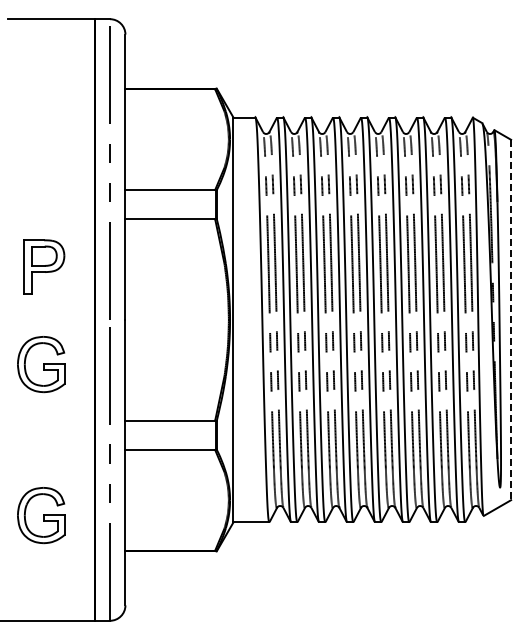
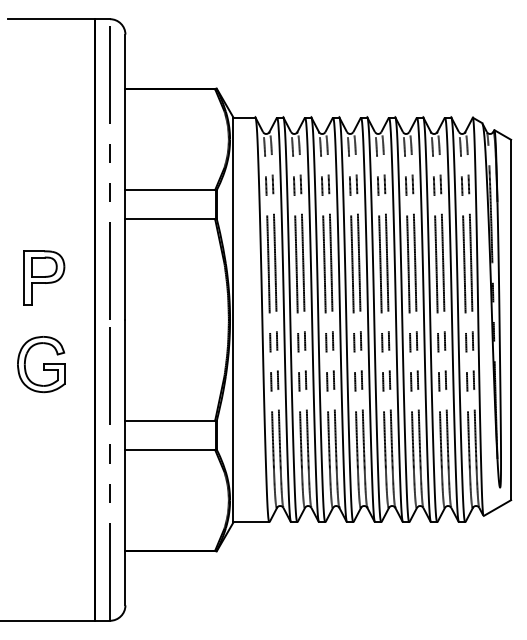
part at (44, 266) position: (44, 266) -> (44, 277)
line at (511, 320): dashed -> solid
part at (41, 515): present -> none
